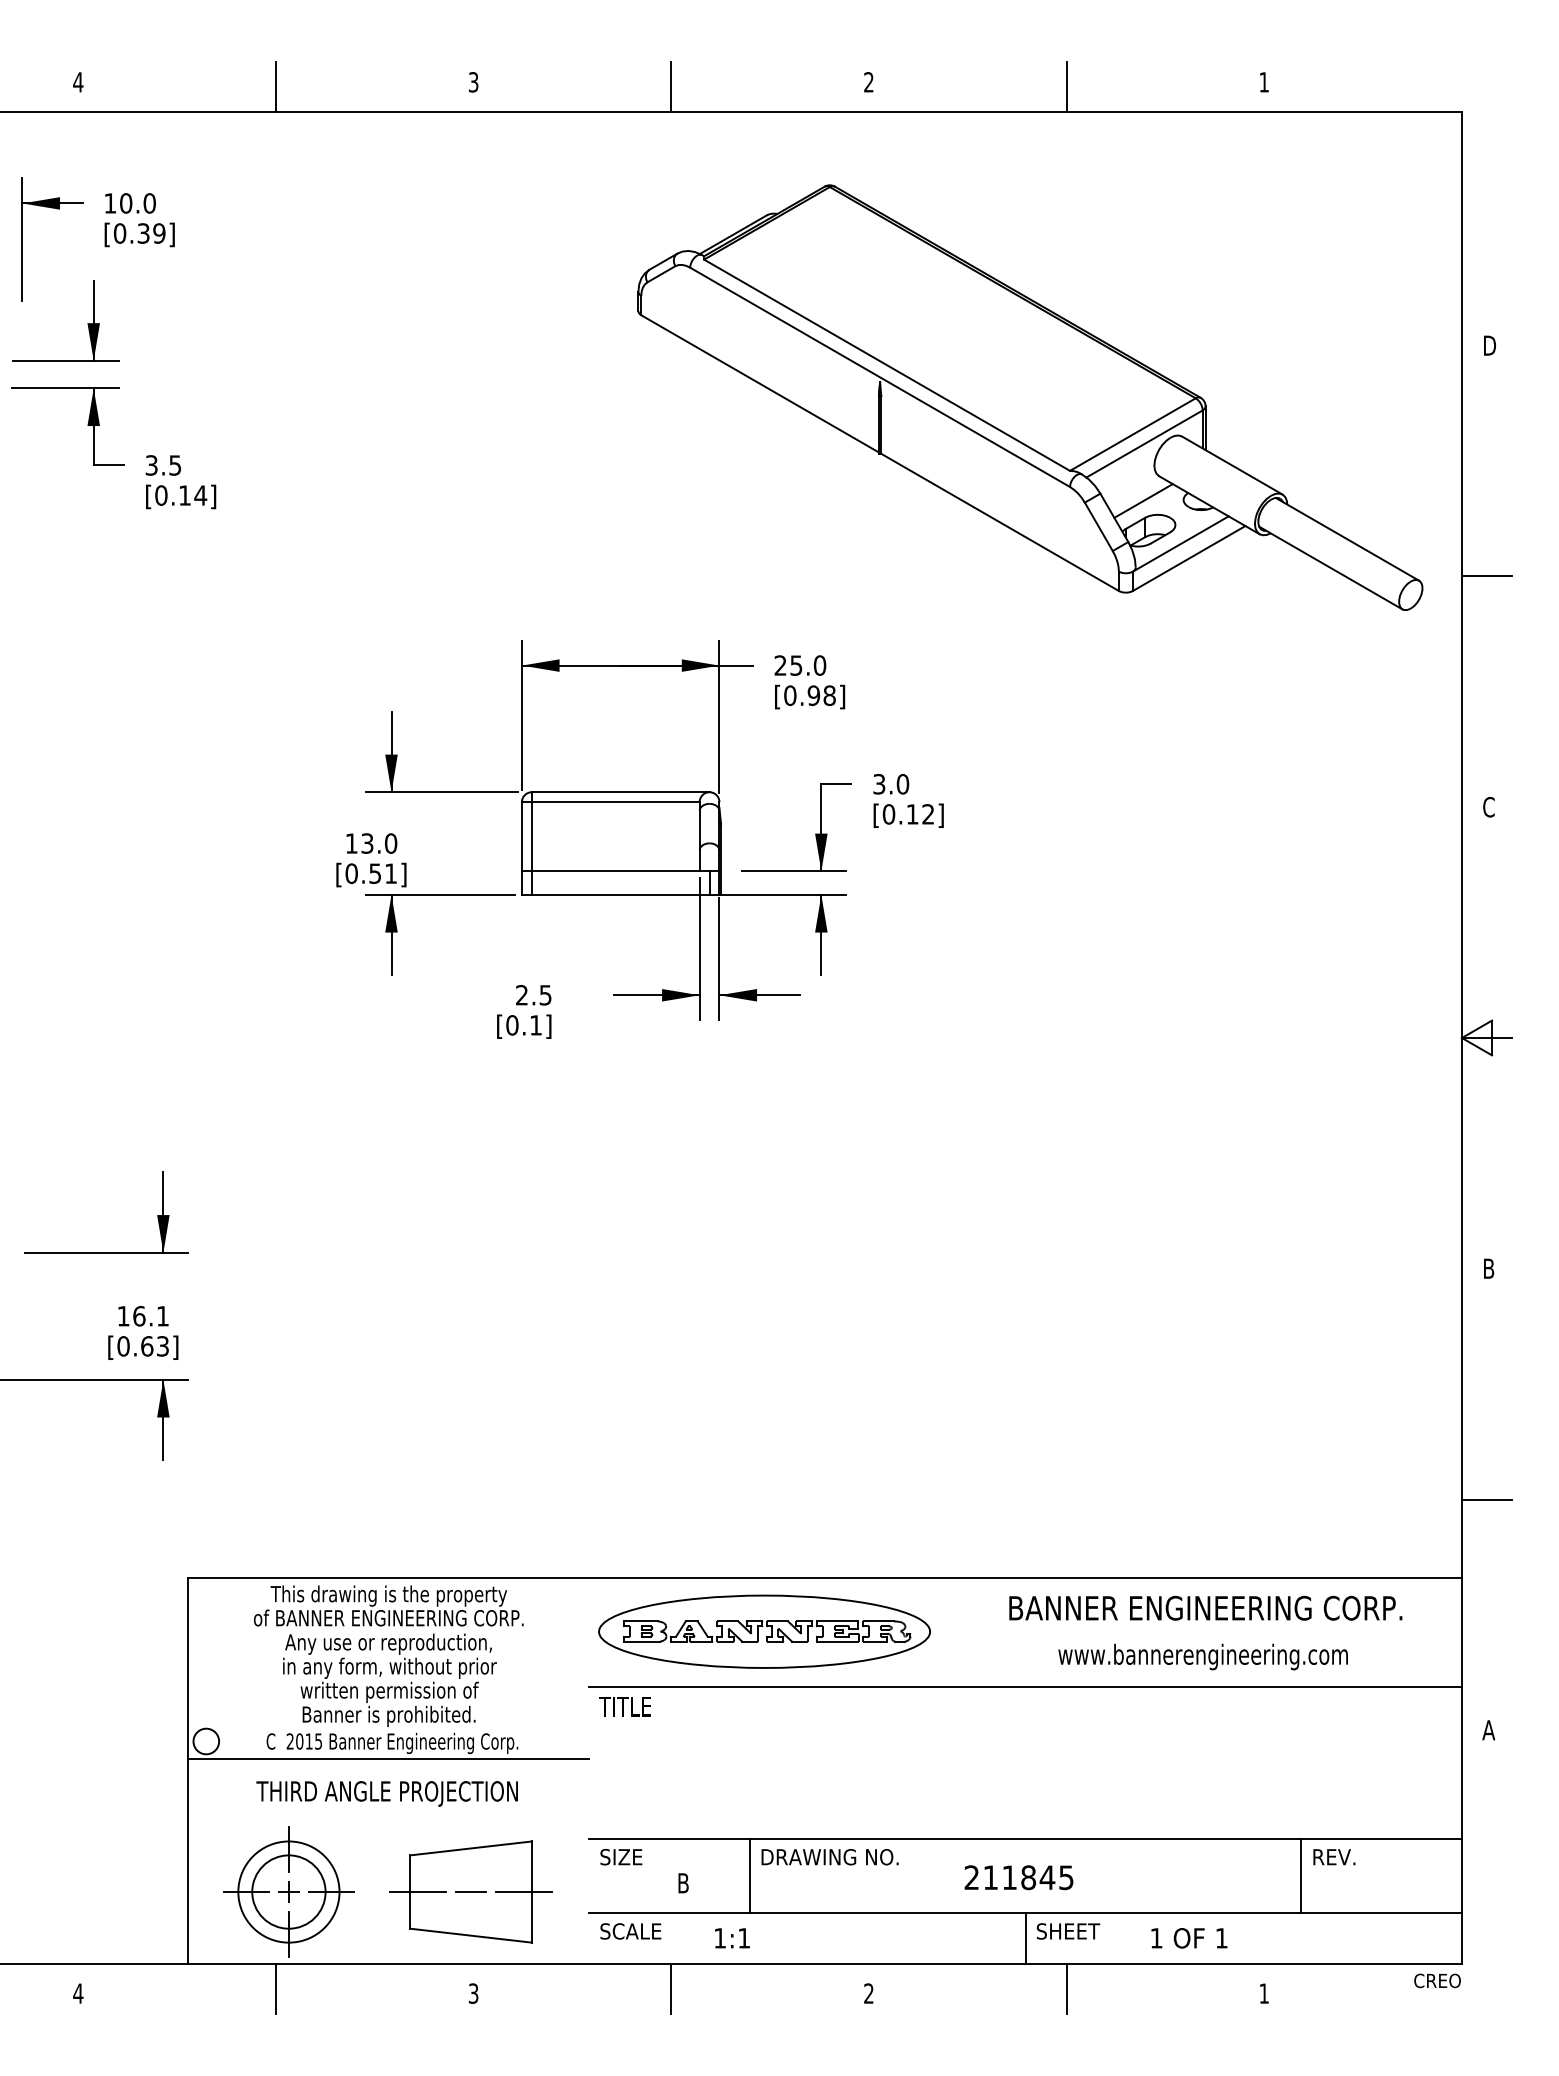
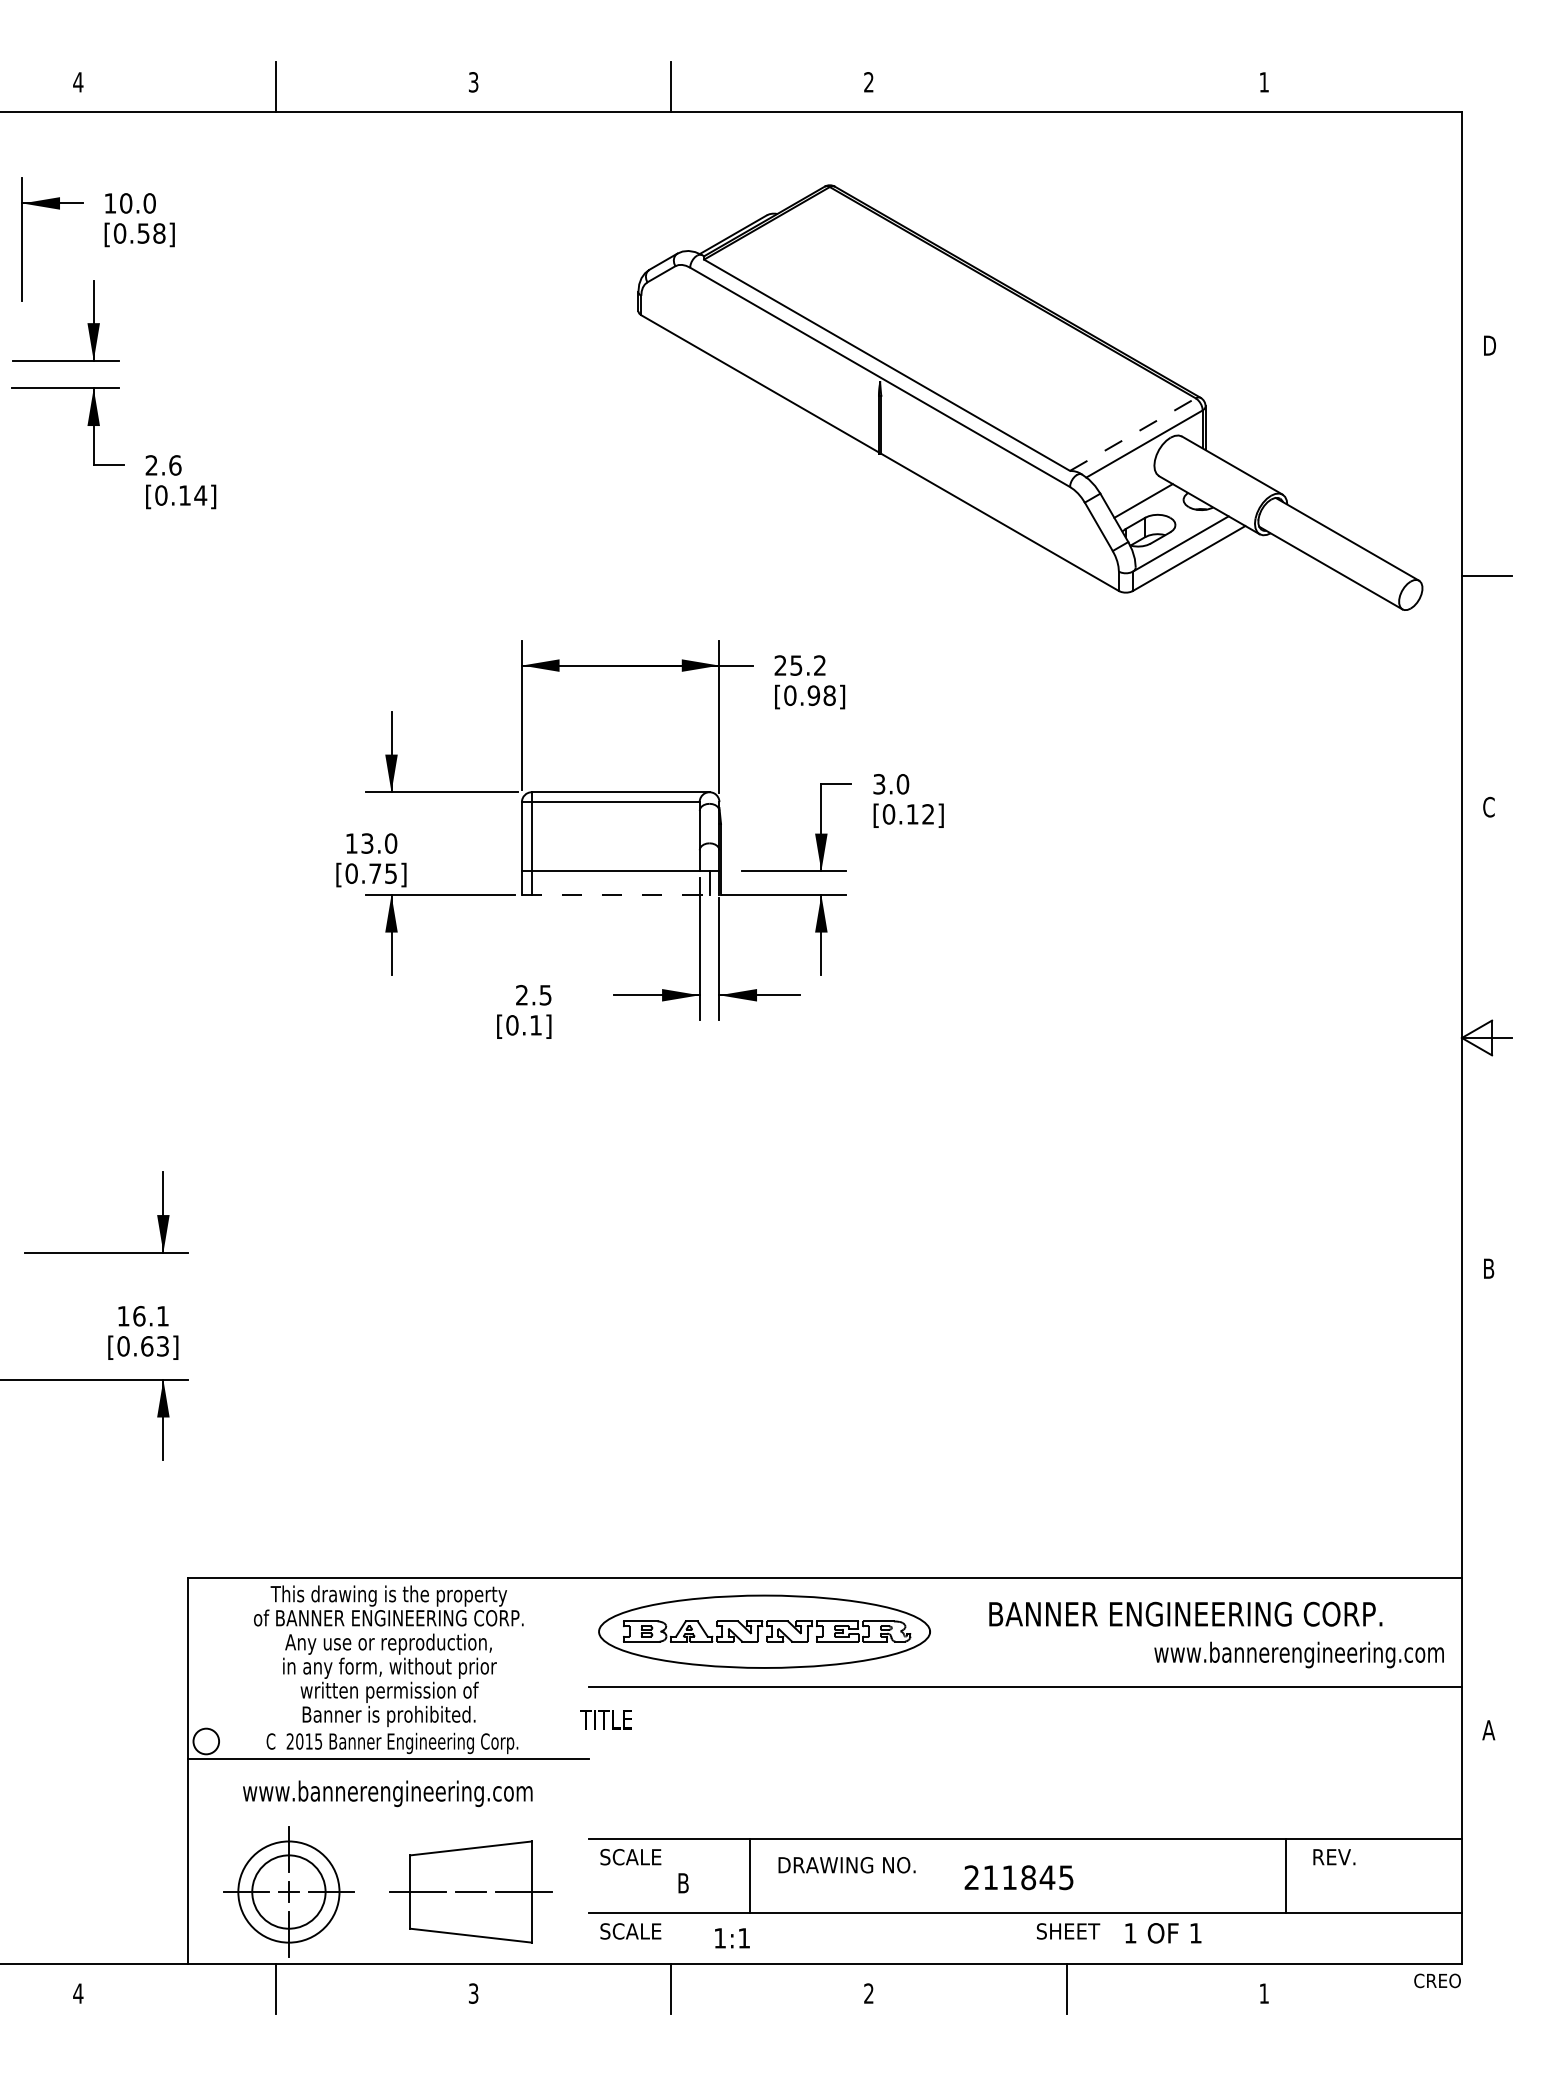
line at (1066, 87): present -> none
text at (151, 233): [0.39] -> [0.58]
line at (1132, 434): solid -> dashed
text at (163, 465): 3.5 -> 2.6
text at (819, 665): 25.0 -> 25.2
text at (382, 873): [0.51] -> [0.75]
line at (621, 894): solid -> dashed
line at (1486, 1499): present -> none
text at (1205, 1607) position: (1205, 1607) -> (1185, 1613)
text at (1202, 1656) position: (1202, 1656) -> (1298, 1654)
text at (624, 1706) position: (624, 1706) -> (605, 1719)
text at (387, 1793): THIRD ANGLE PROJECTION -> www.bannerengineering.com
text at (636, 1857): SIZE -> SCALE
text at (829, 1857) position: (829, 1857) -> (846, 1865)
line at (1301, 1876) position: (1301, 1876) -> (1286, 1876)
line at (1025, 1938): present -> none
text at (1189, 1938) position: (1189, 1938) -> (1163, 1933)
